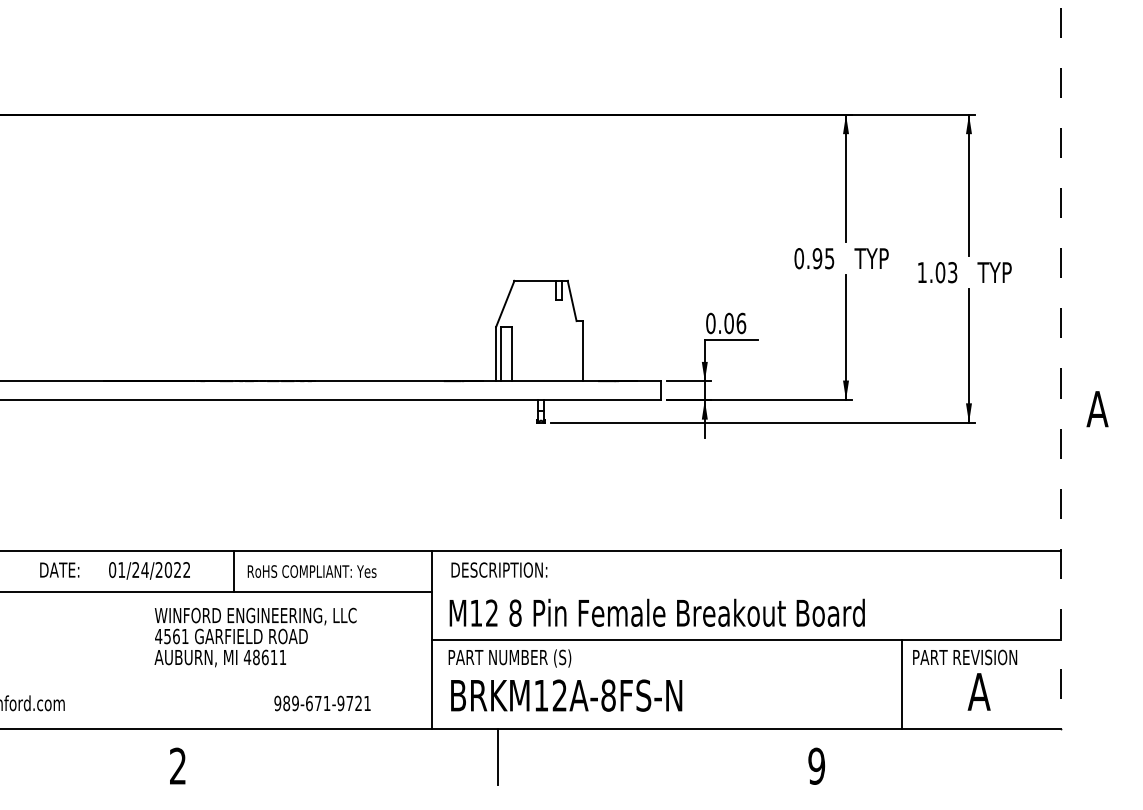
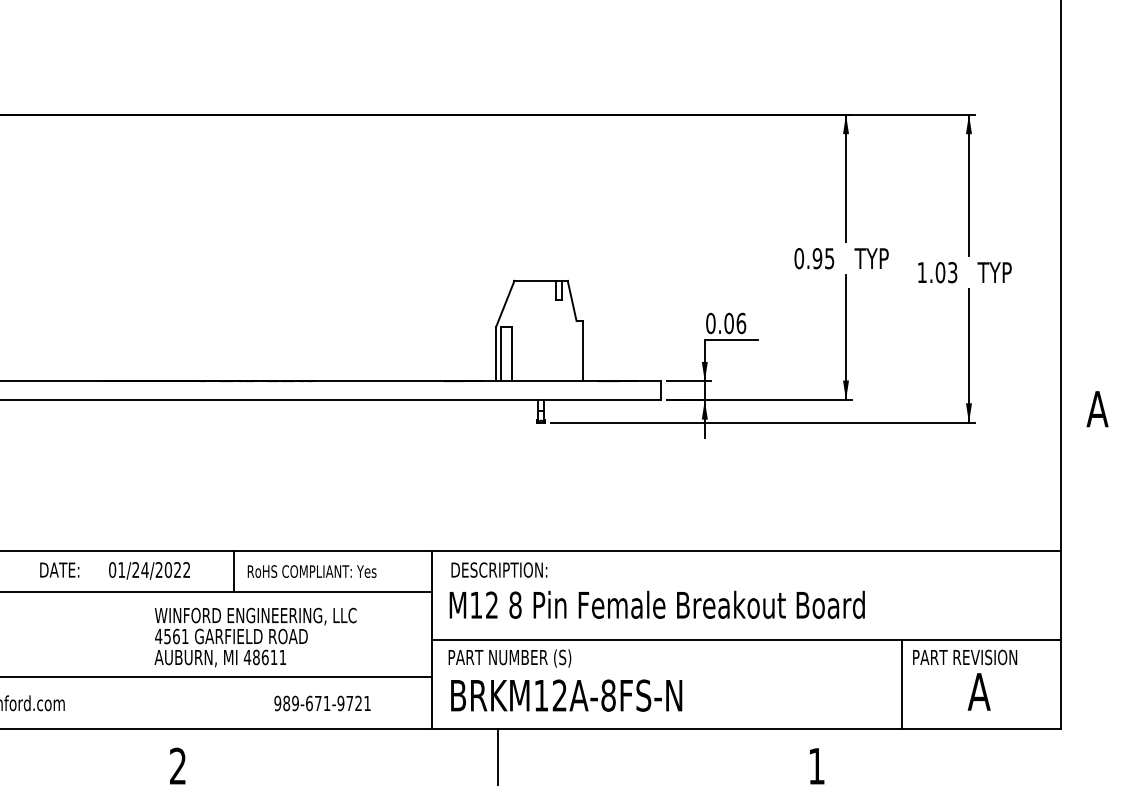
line at (1061, 365): dashed -> solid
text at (656, 612) position: (656, 612) -> (656, 604)
line at (216, 676): none -> present
text at (816, 765): 9 -> 1
